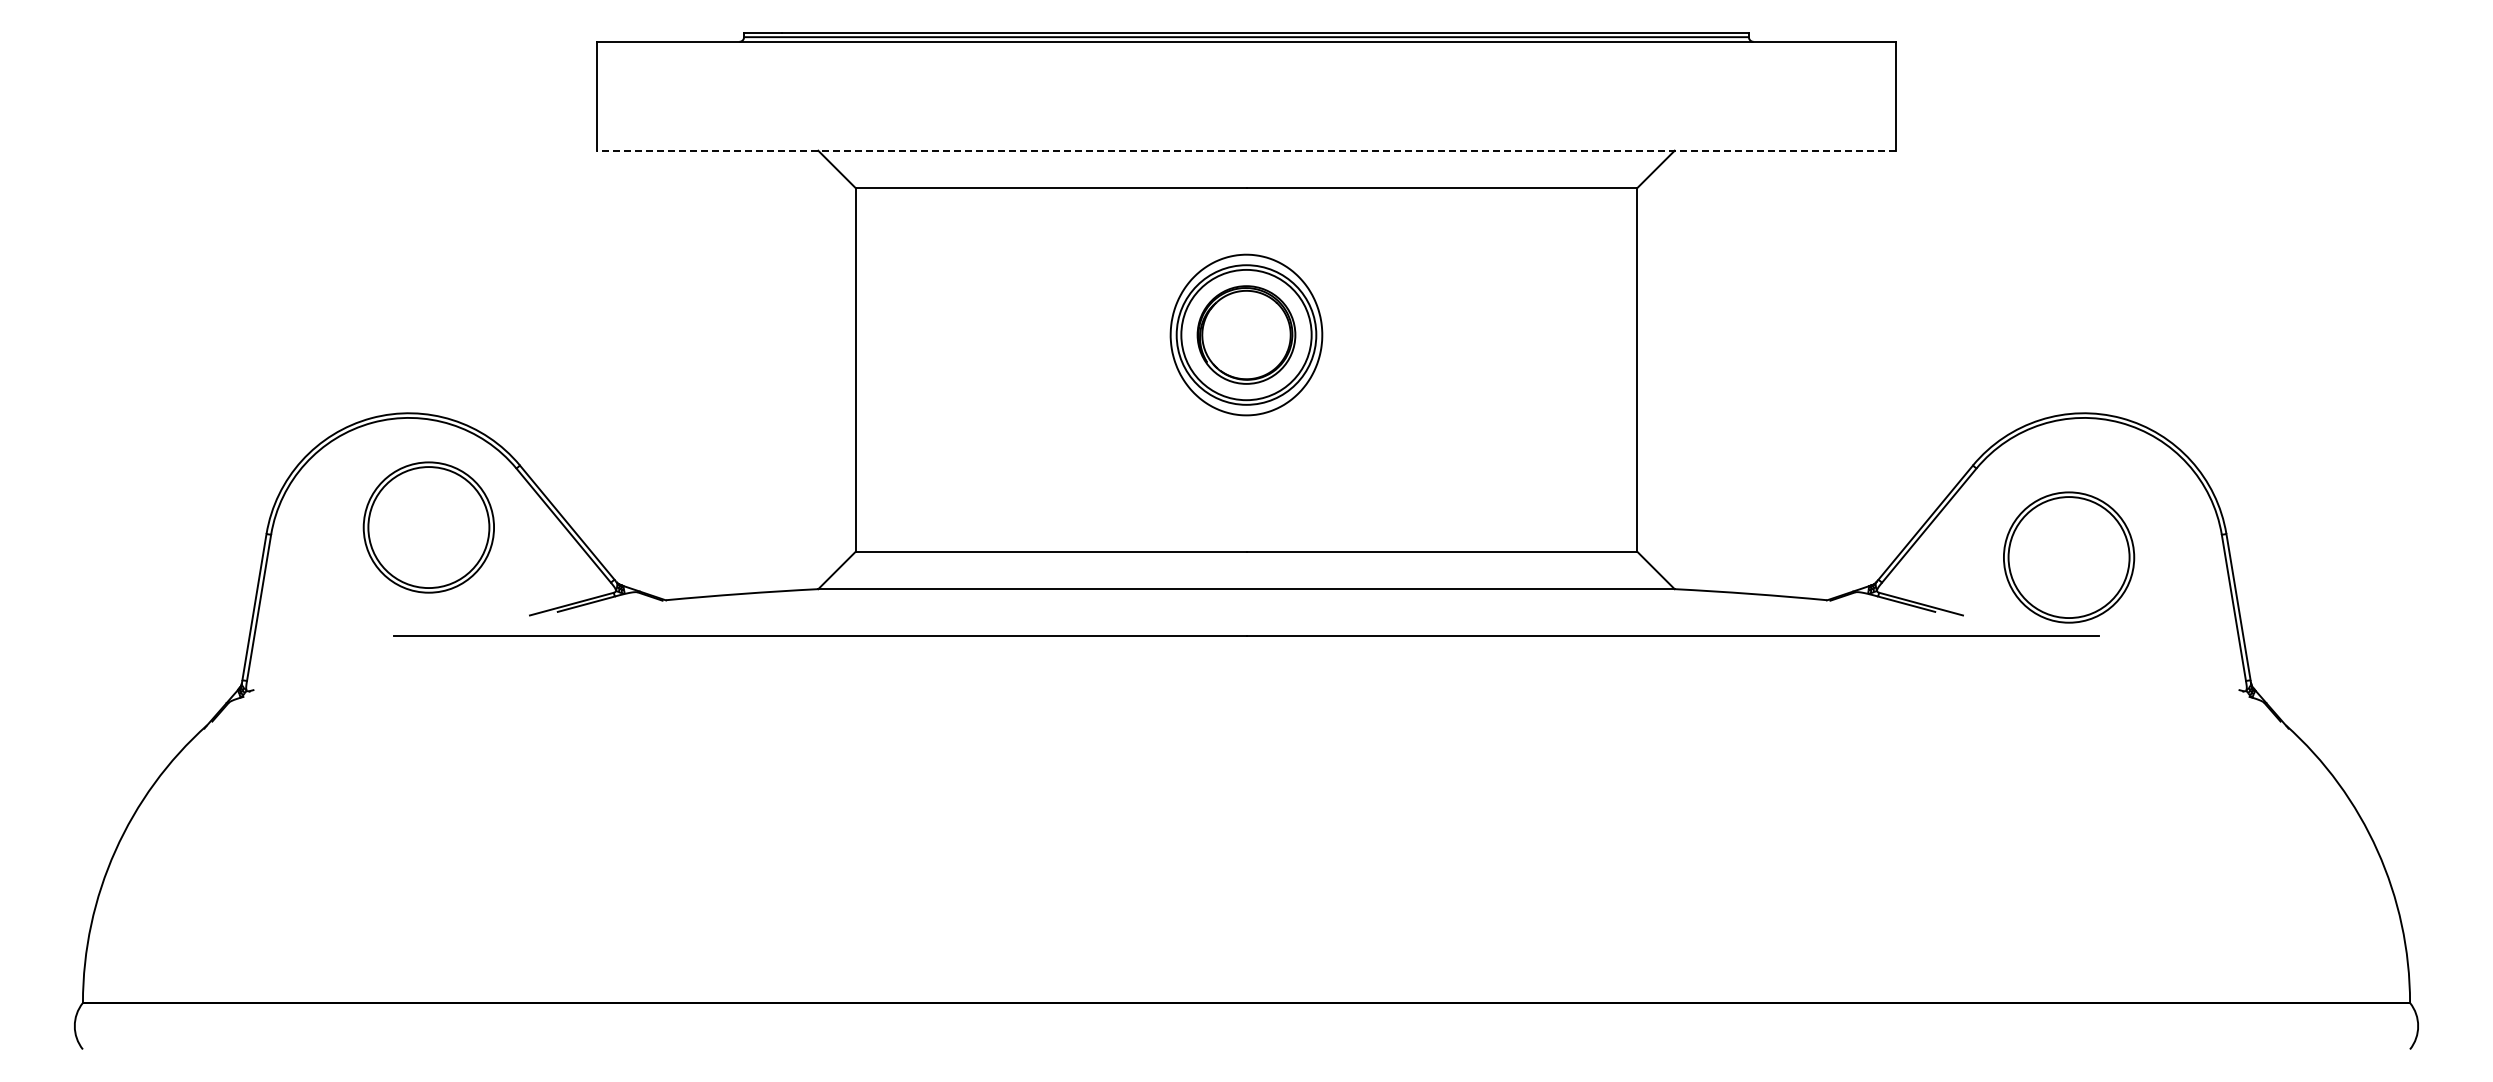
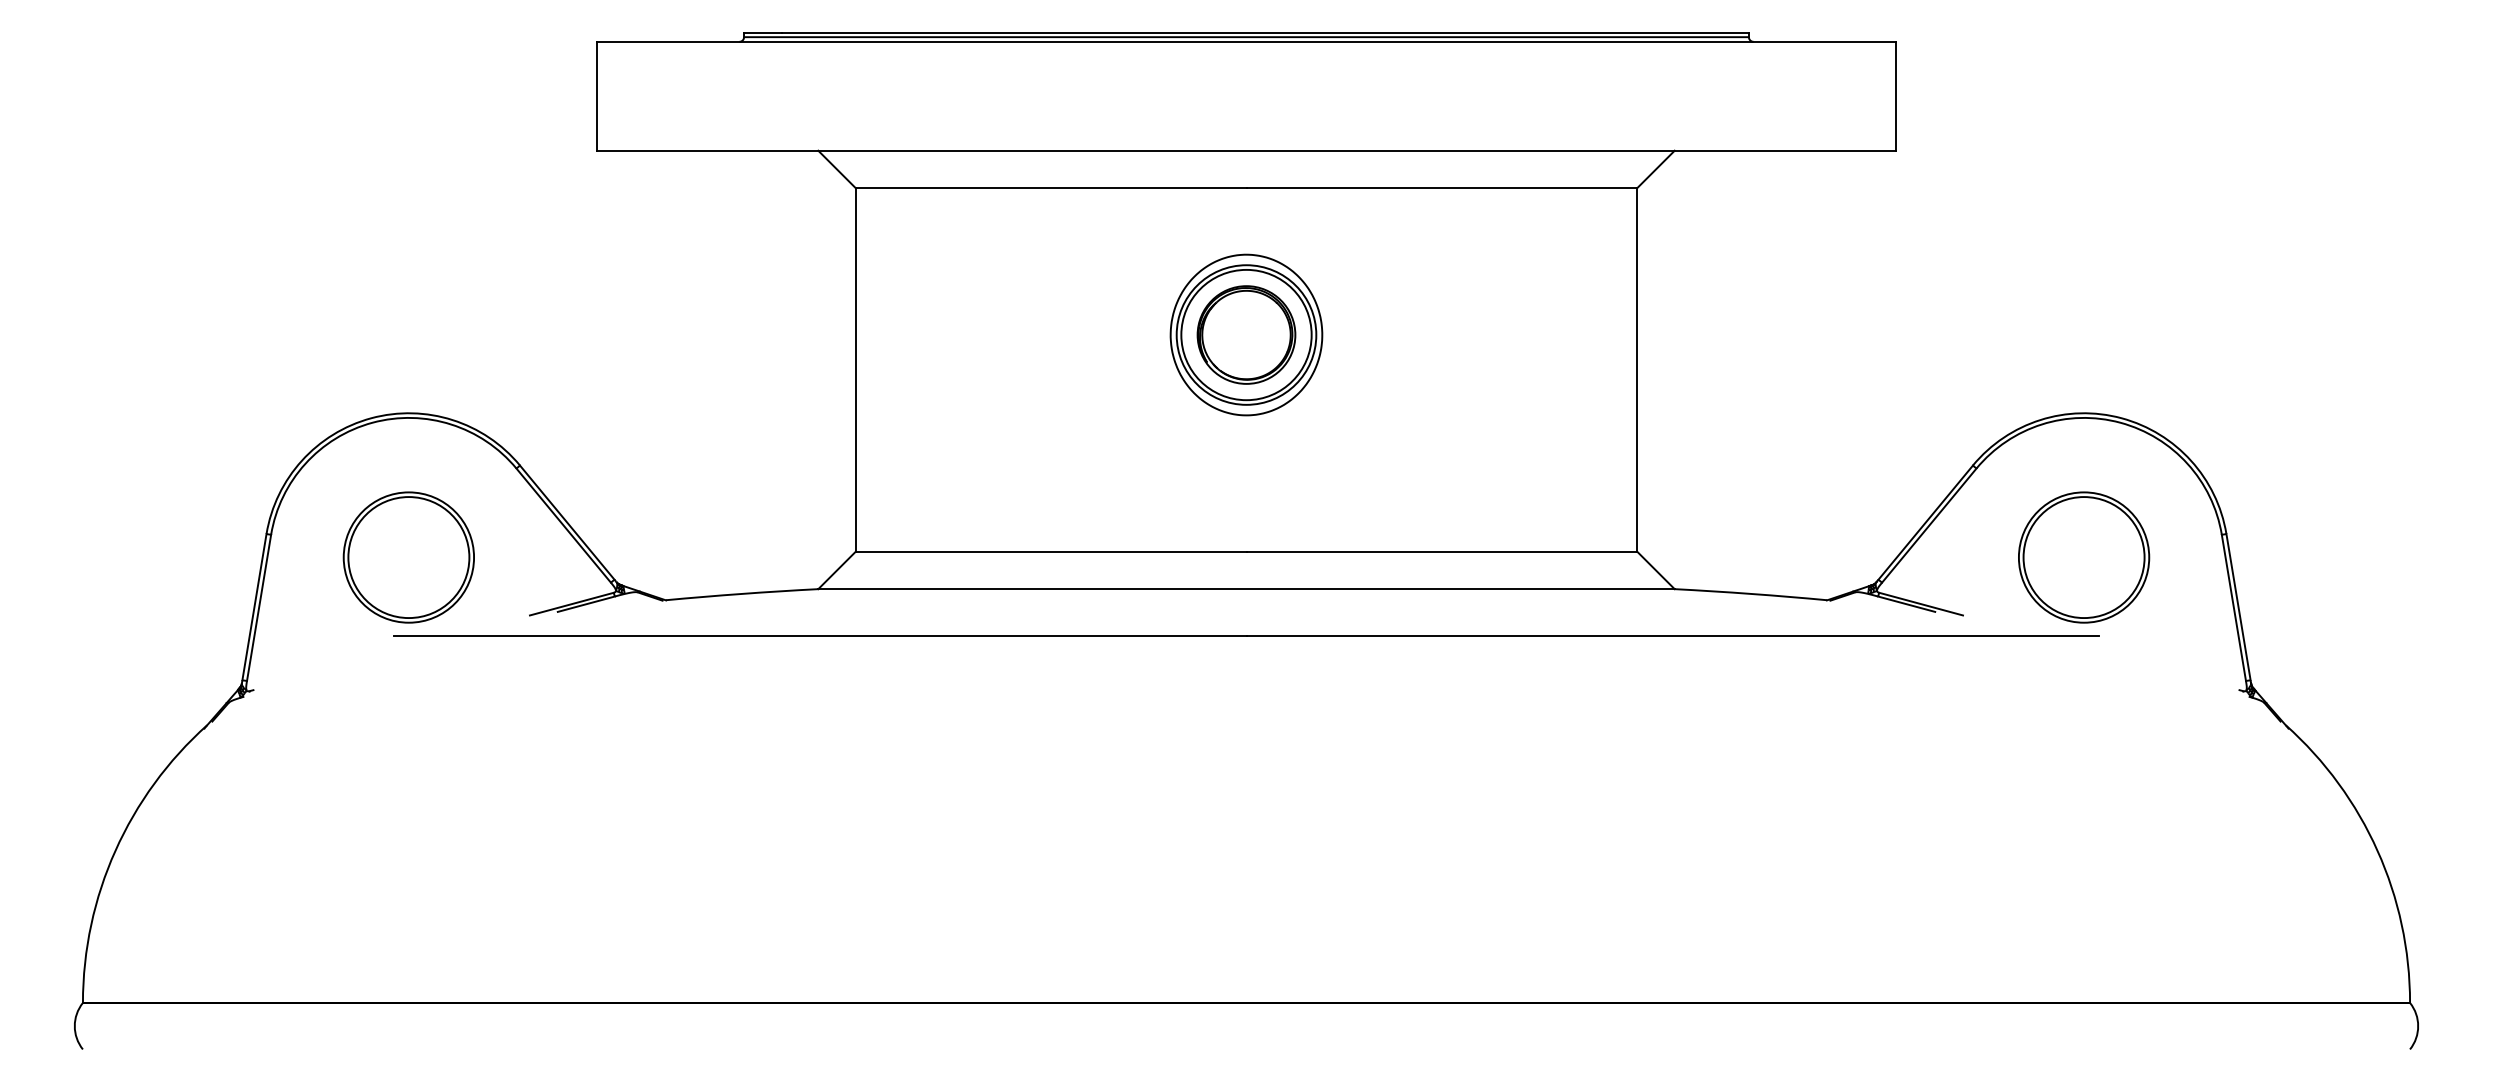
line at (1246, 150): dashed -> solid
part at (428, 527) position: (428, 527) -> (408, 557)
part at (2069, 557) position: (2069, 557) -> (2084, 557)
